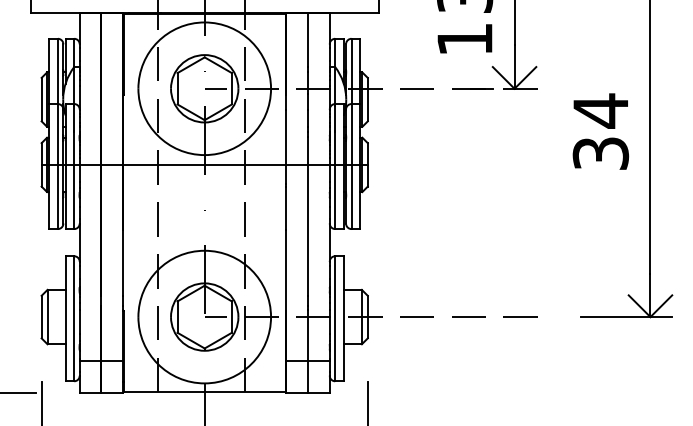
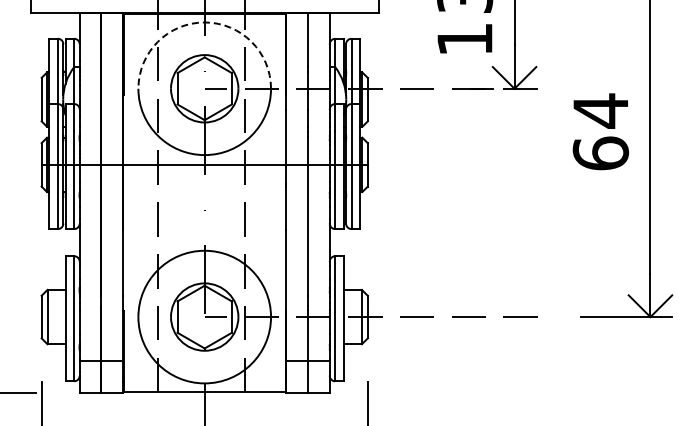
arc at (204, 22): solid -> dashed
text at (600, 153): 34 -> 64
